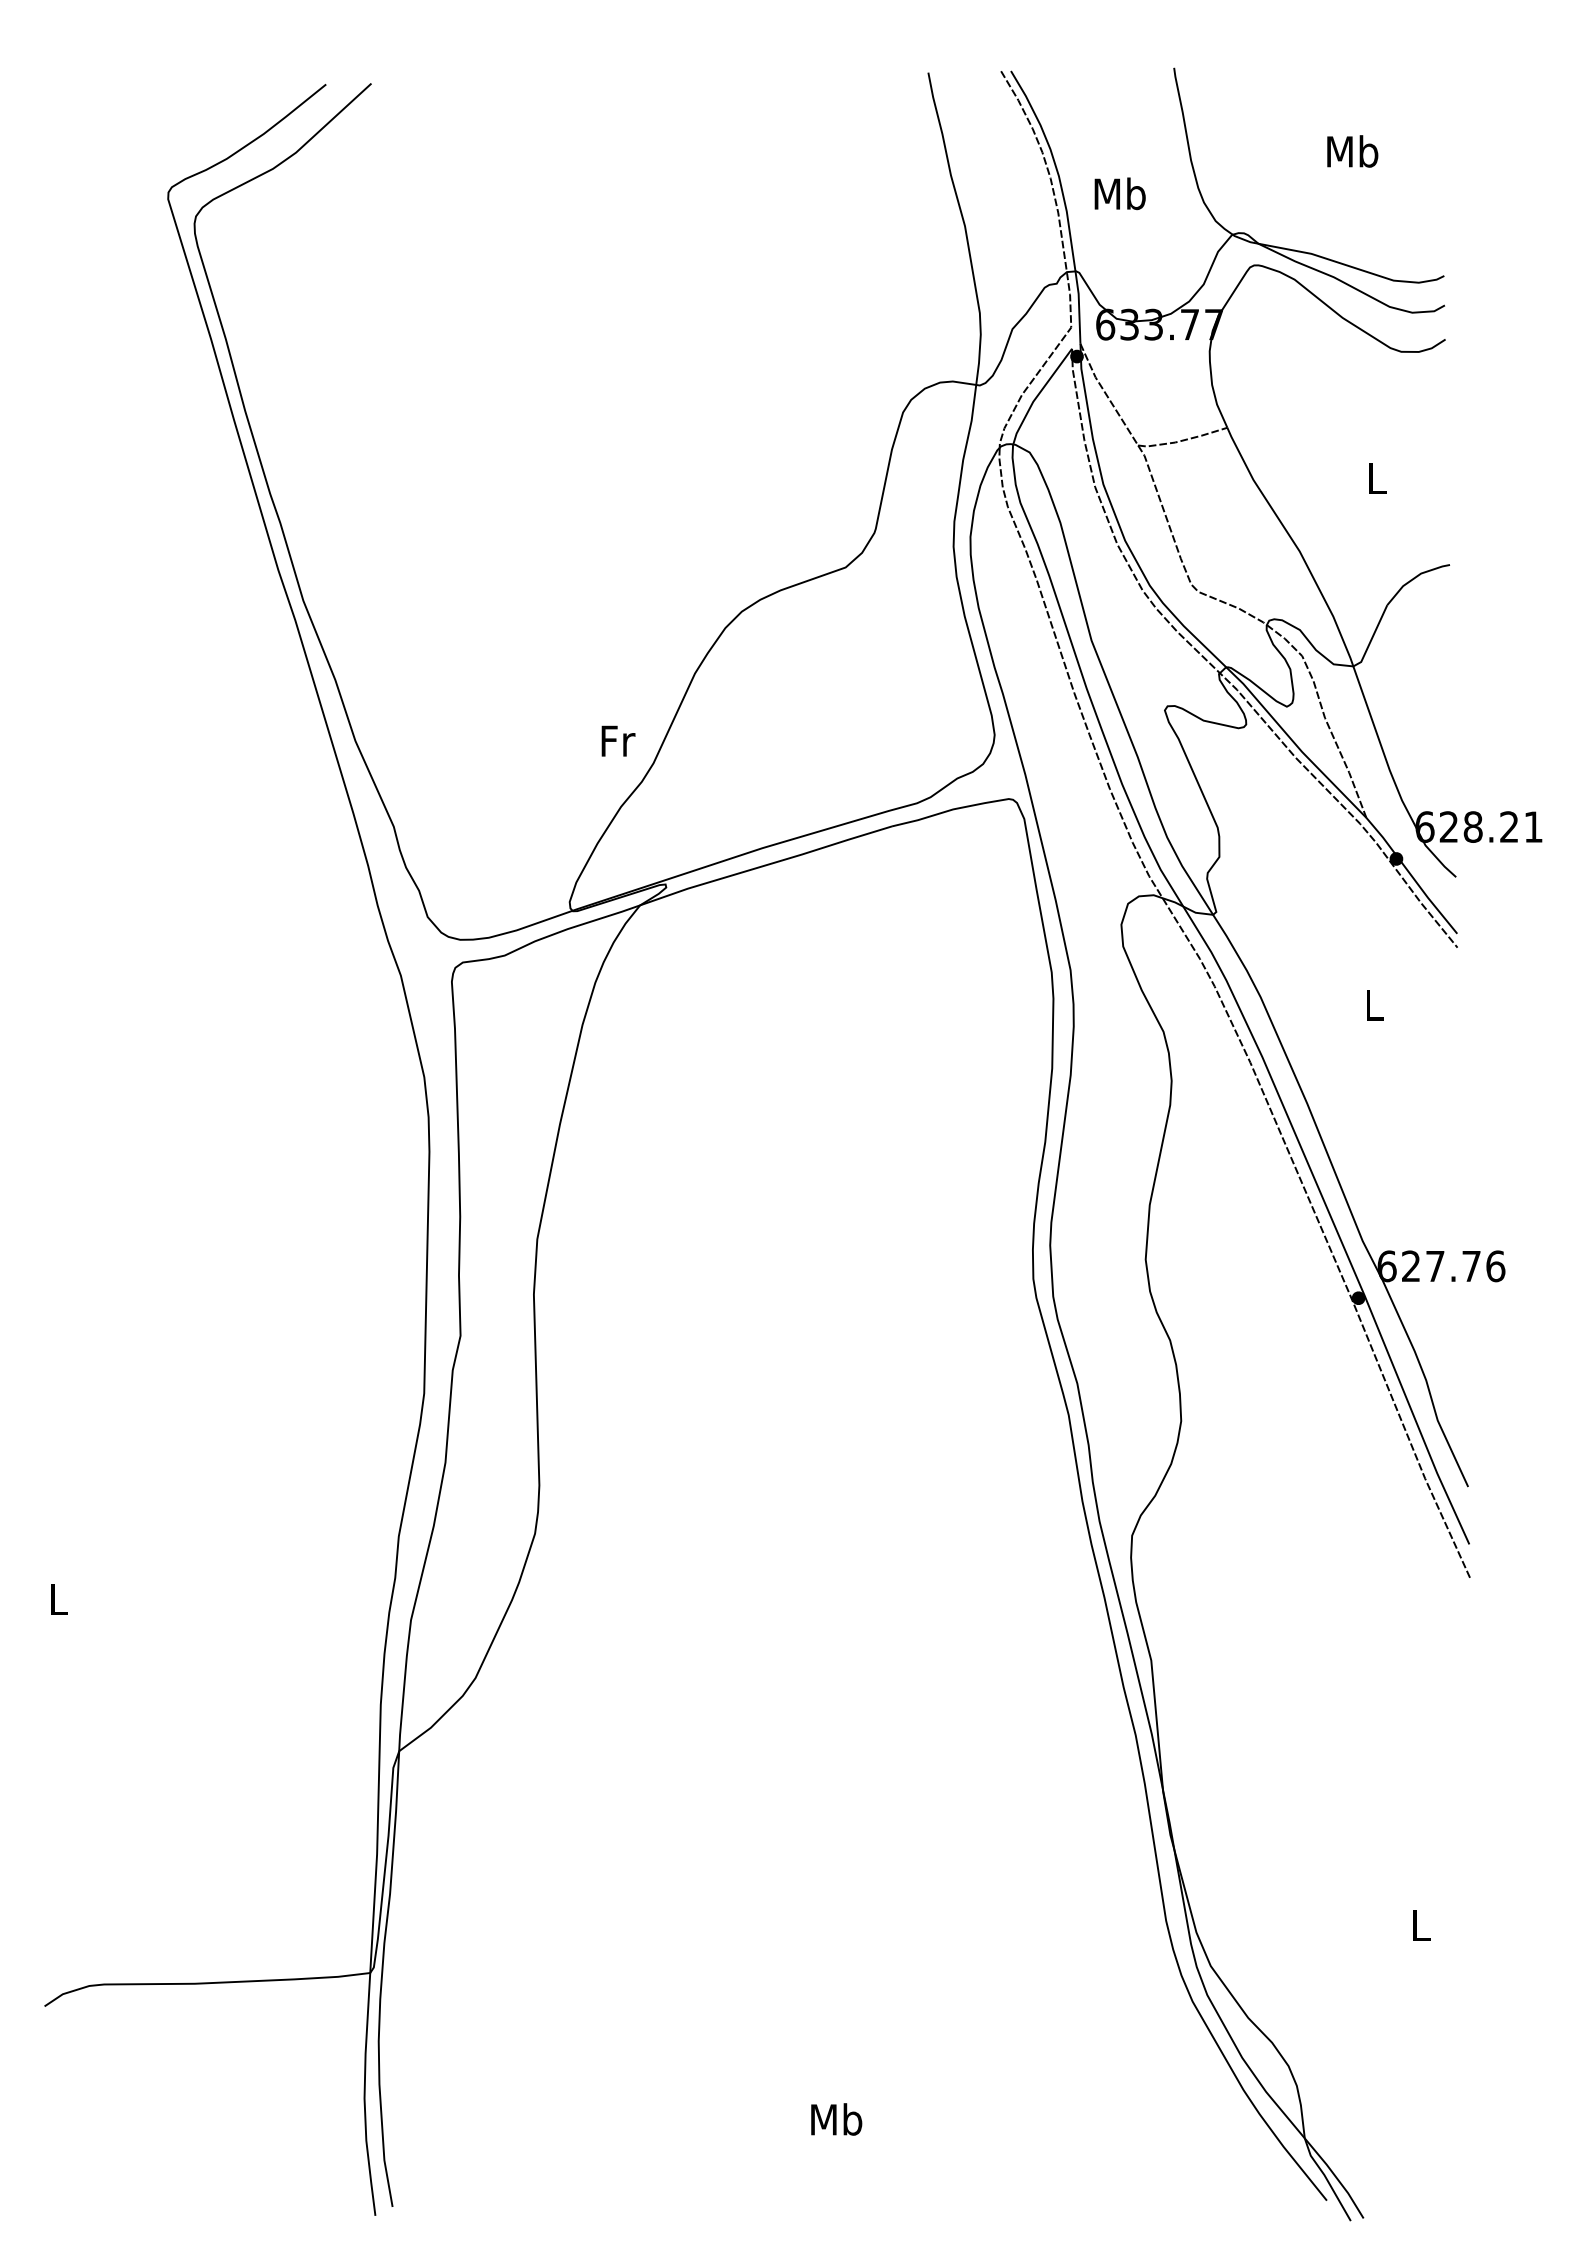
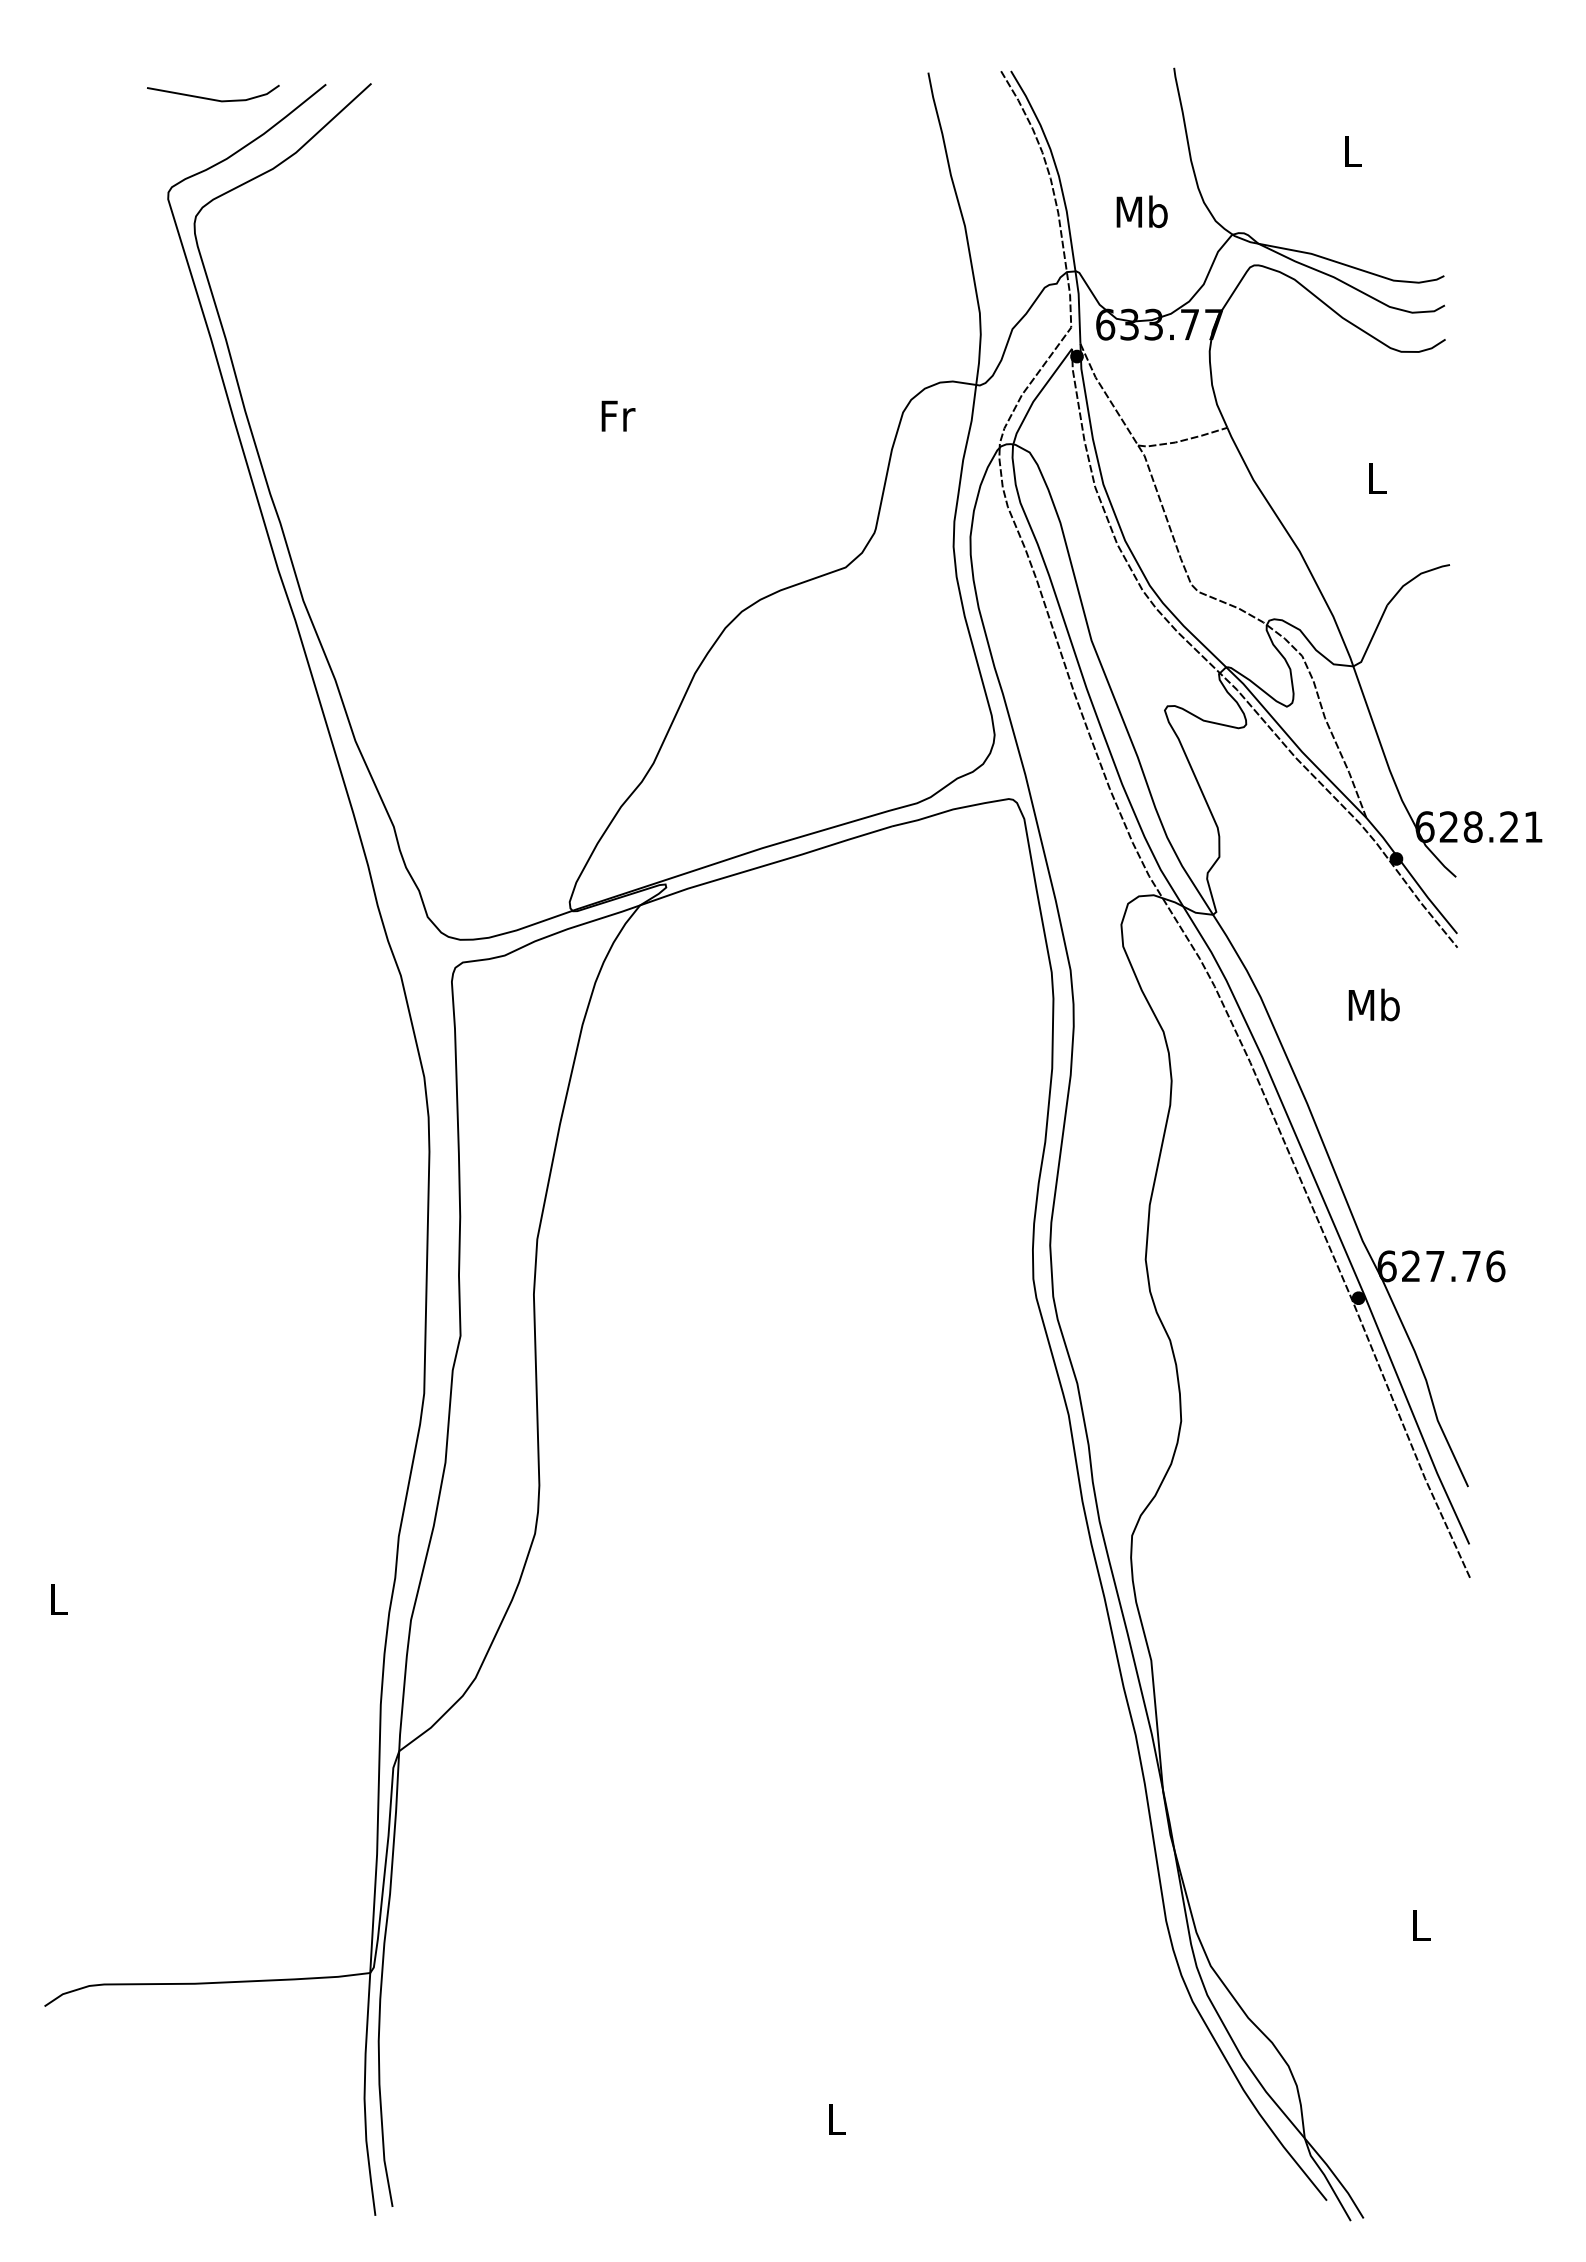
line at (212, 98): none -> present
text at (1352, 151): Mb -> L
text at (1119, 193) position: (1119, 193) -> (1141, 211)
text at (618, 740) position: (618, 740) -> (618, 415)
text at (1373, 1004): L -> Mb
text at (836, 2119): Mb -> L
